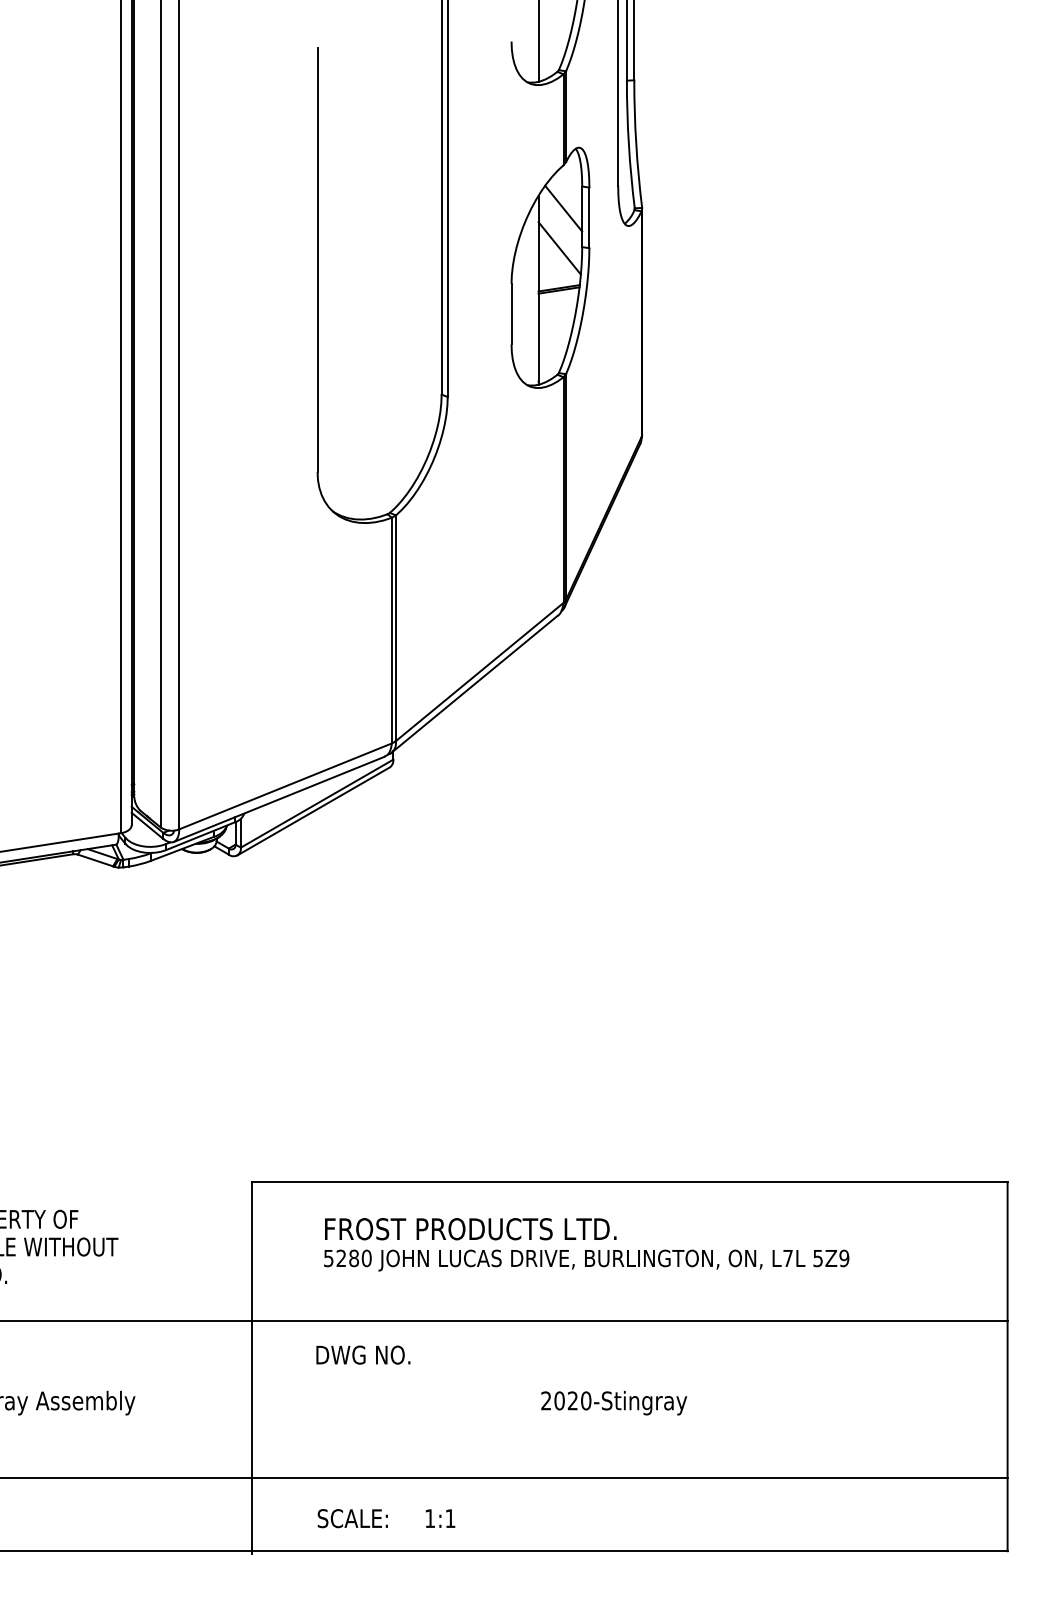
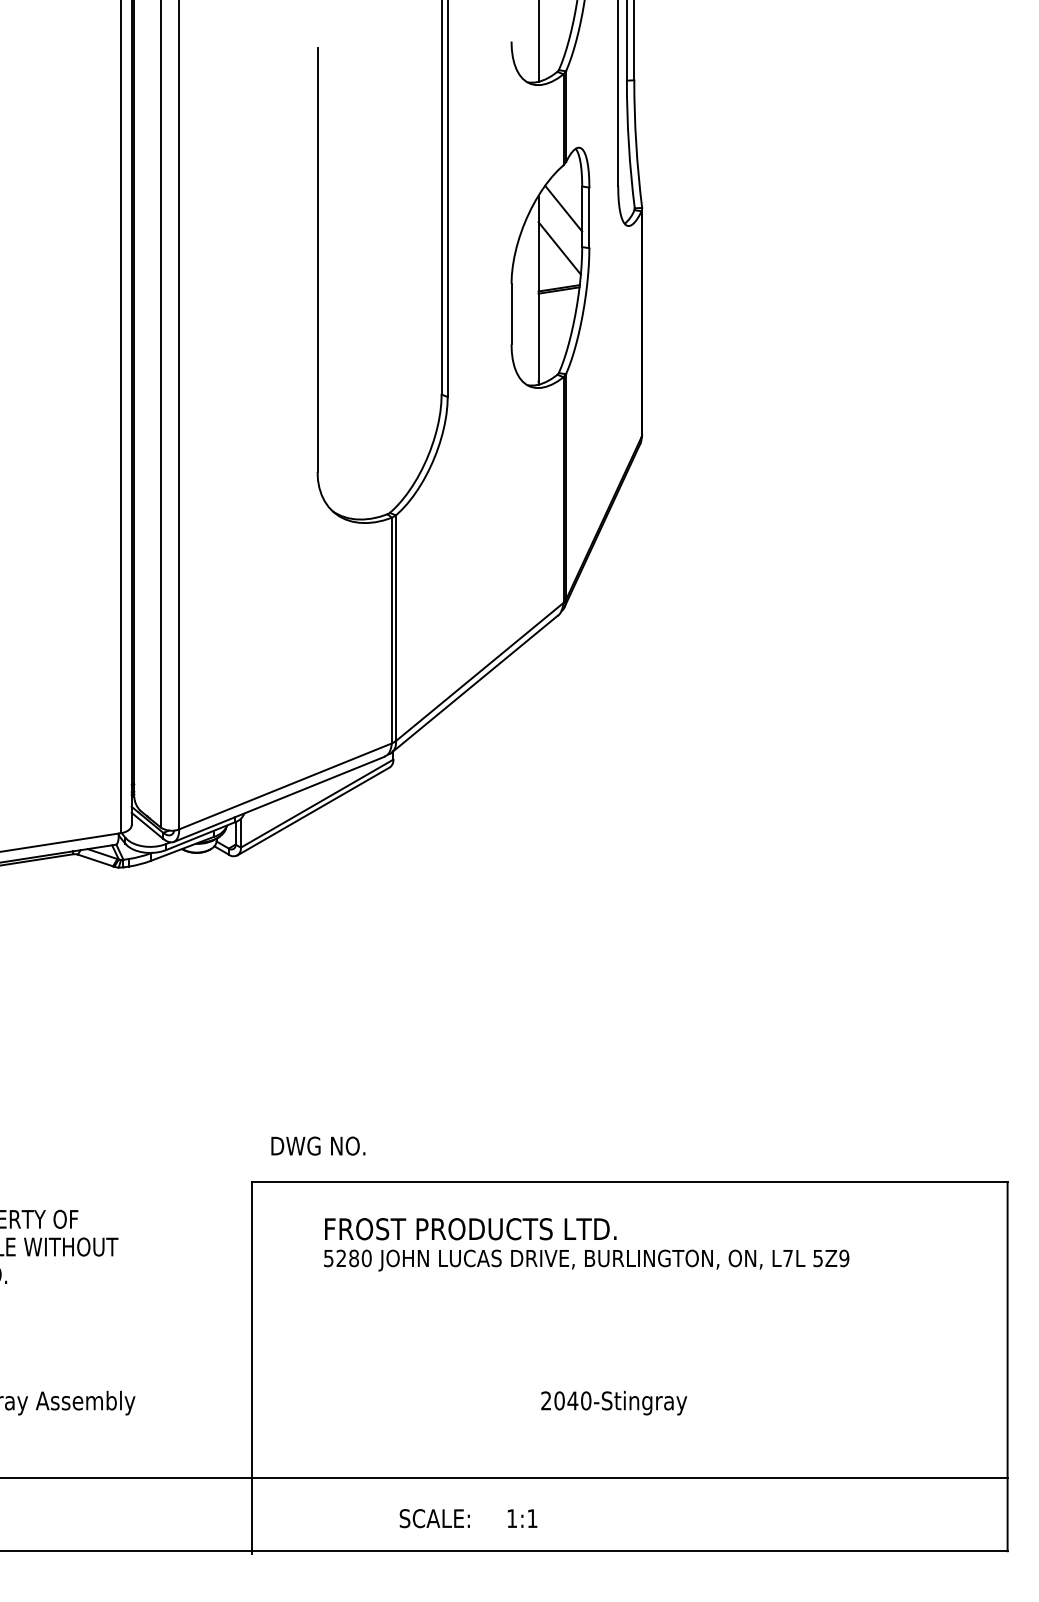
line at (504, 1321): present -> none
text at (363, 1354) position: (363, 1354) -> (318, 1145)
text at (572, 1400): 2020-Stingray -> 2040-Stingray
text at (386, 1518) position: (386, 1518) -> (468, 1518)
